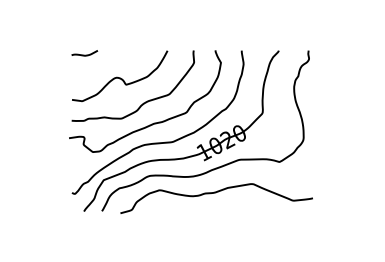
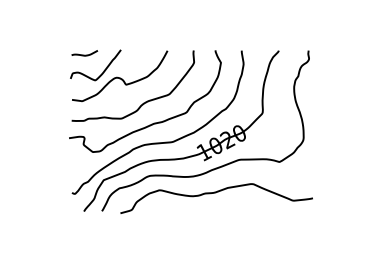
curve at (103, 70): none -> present
